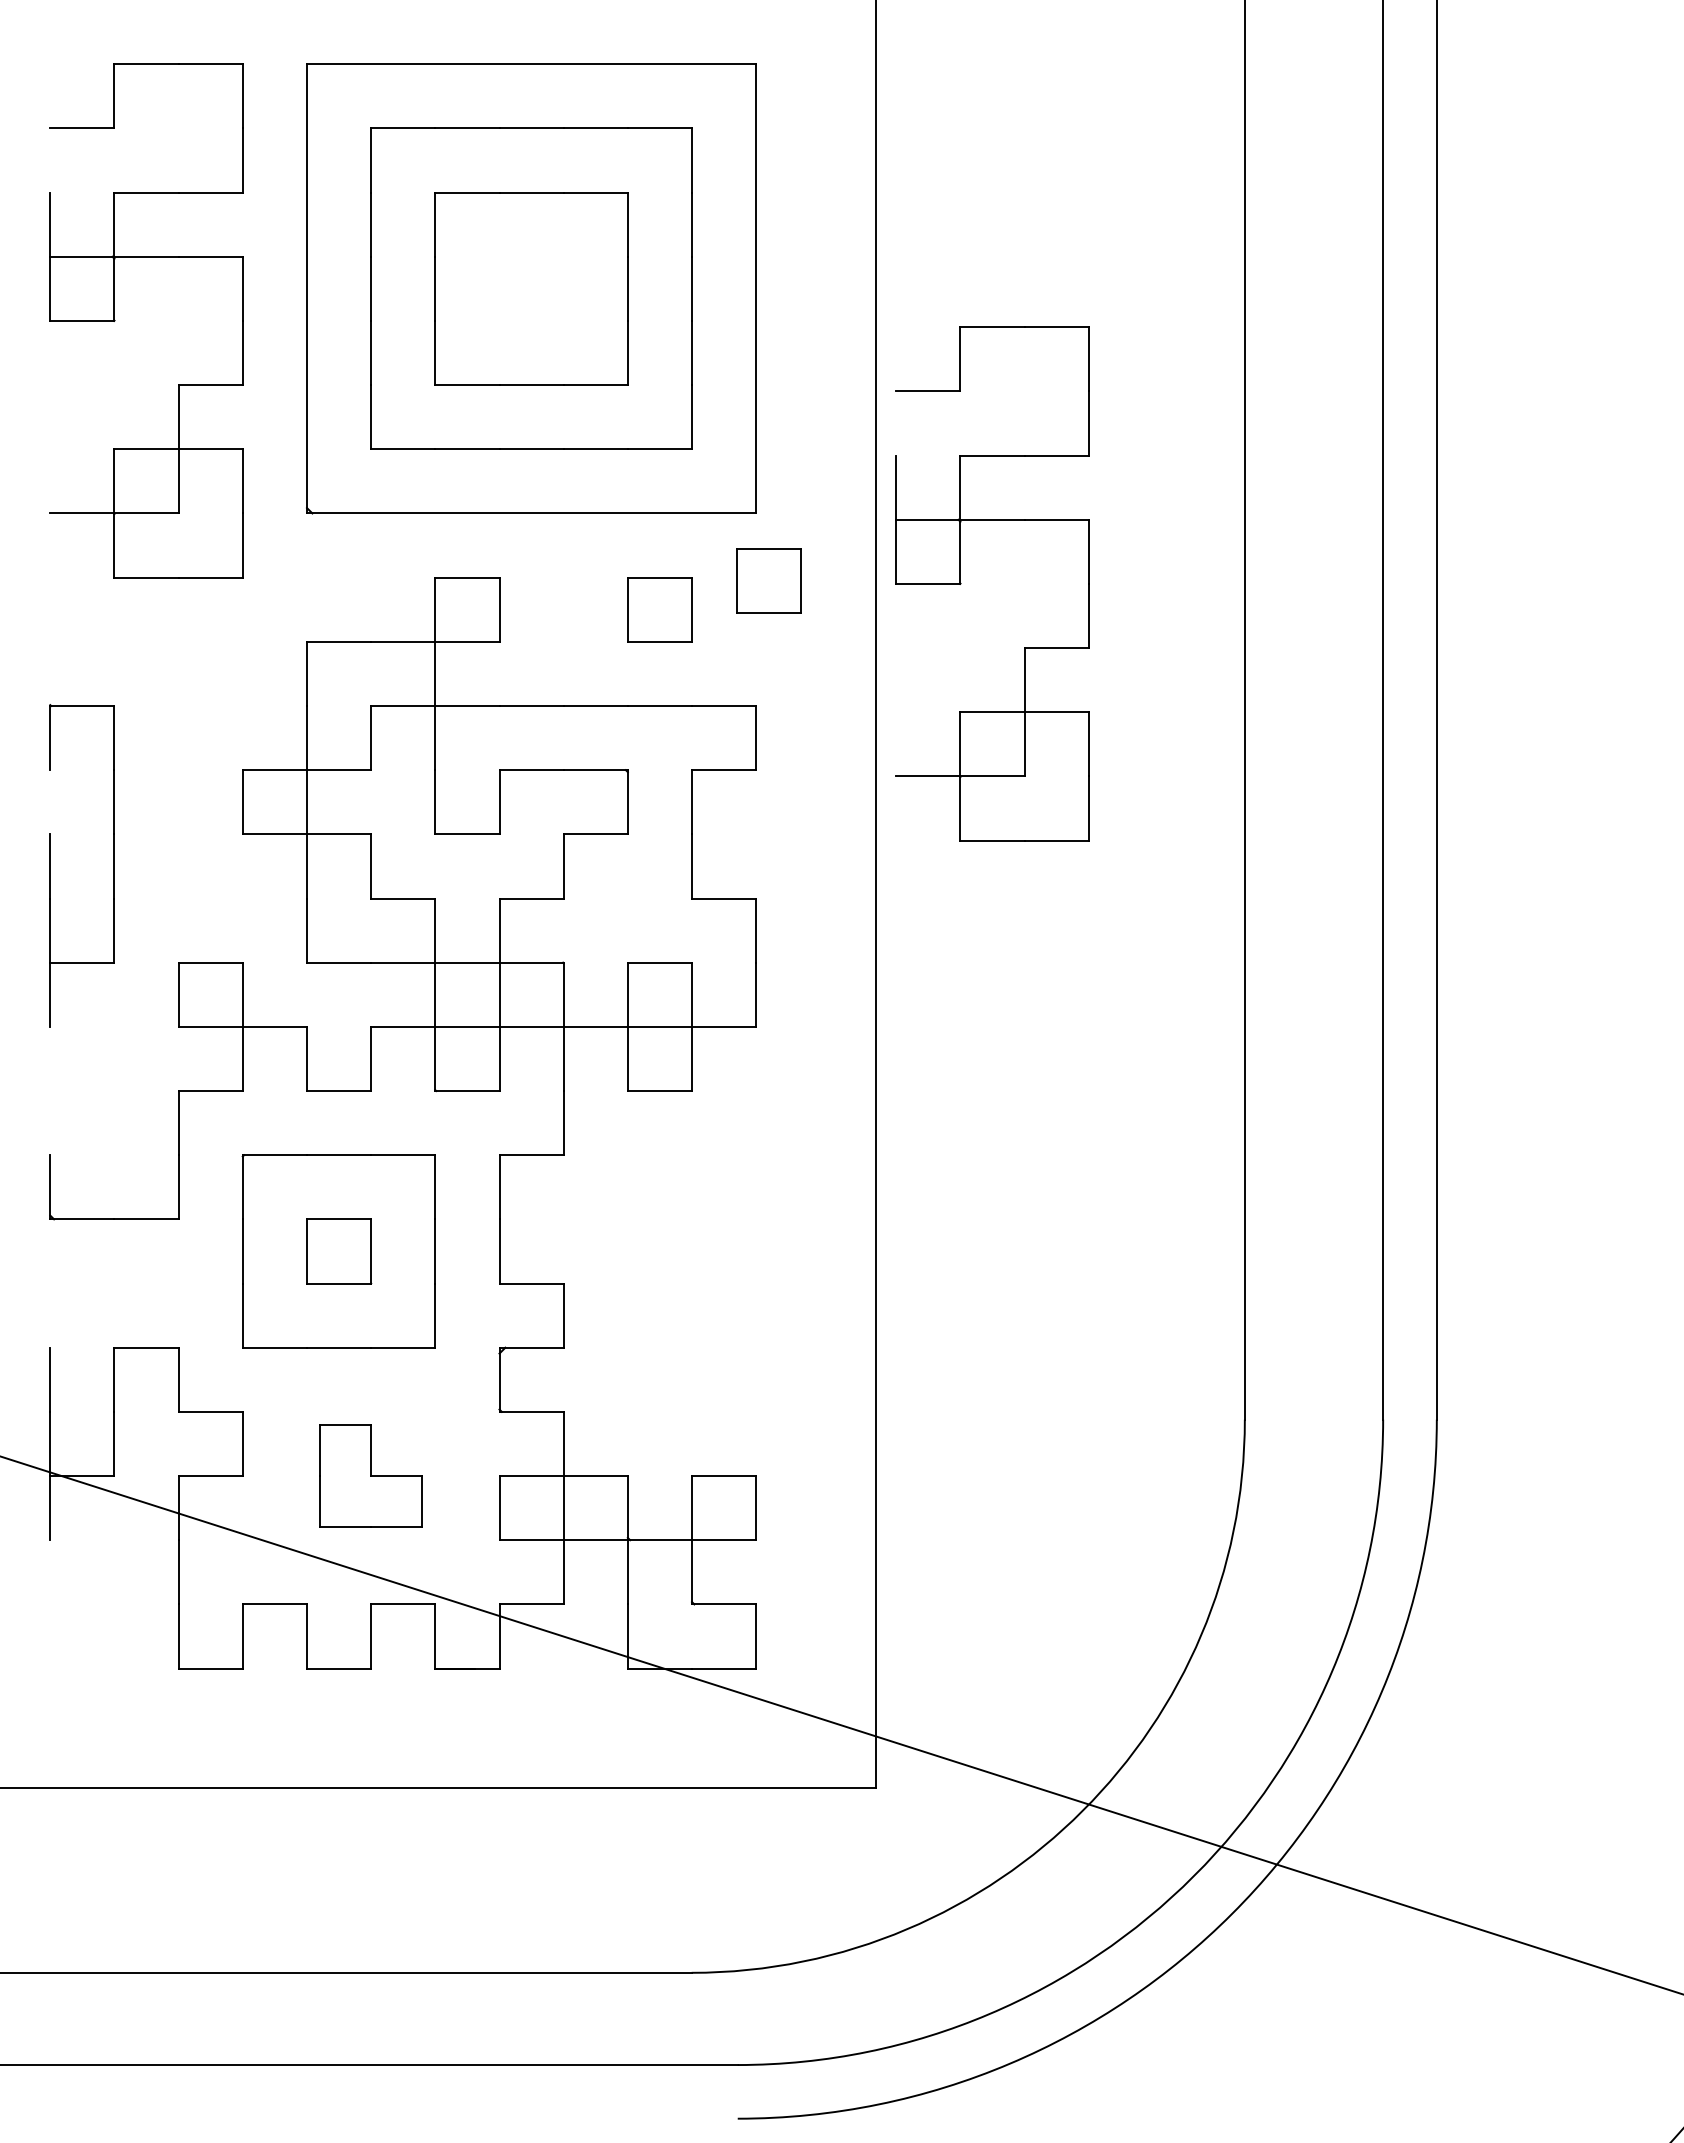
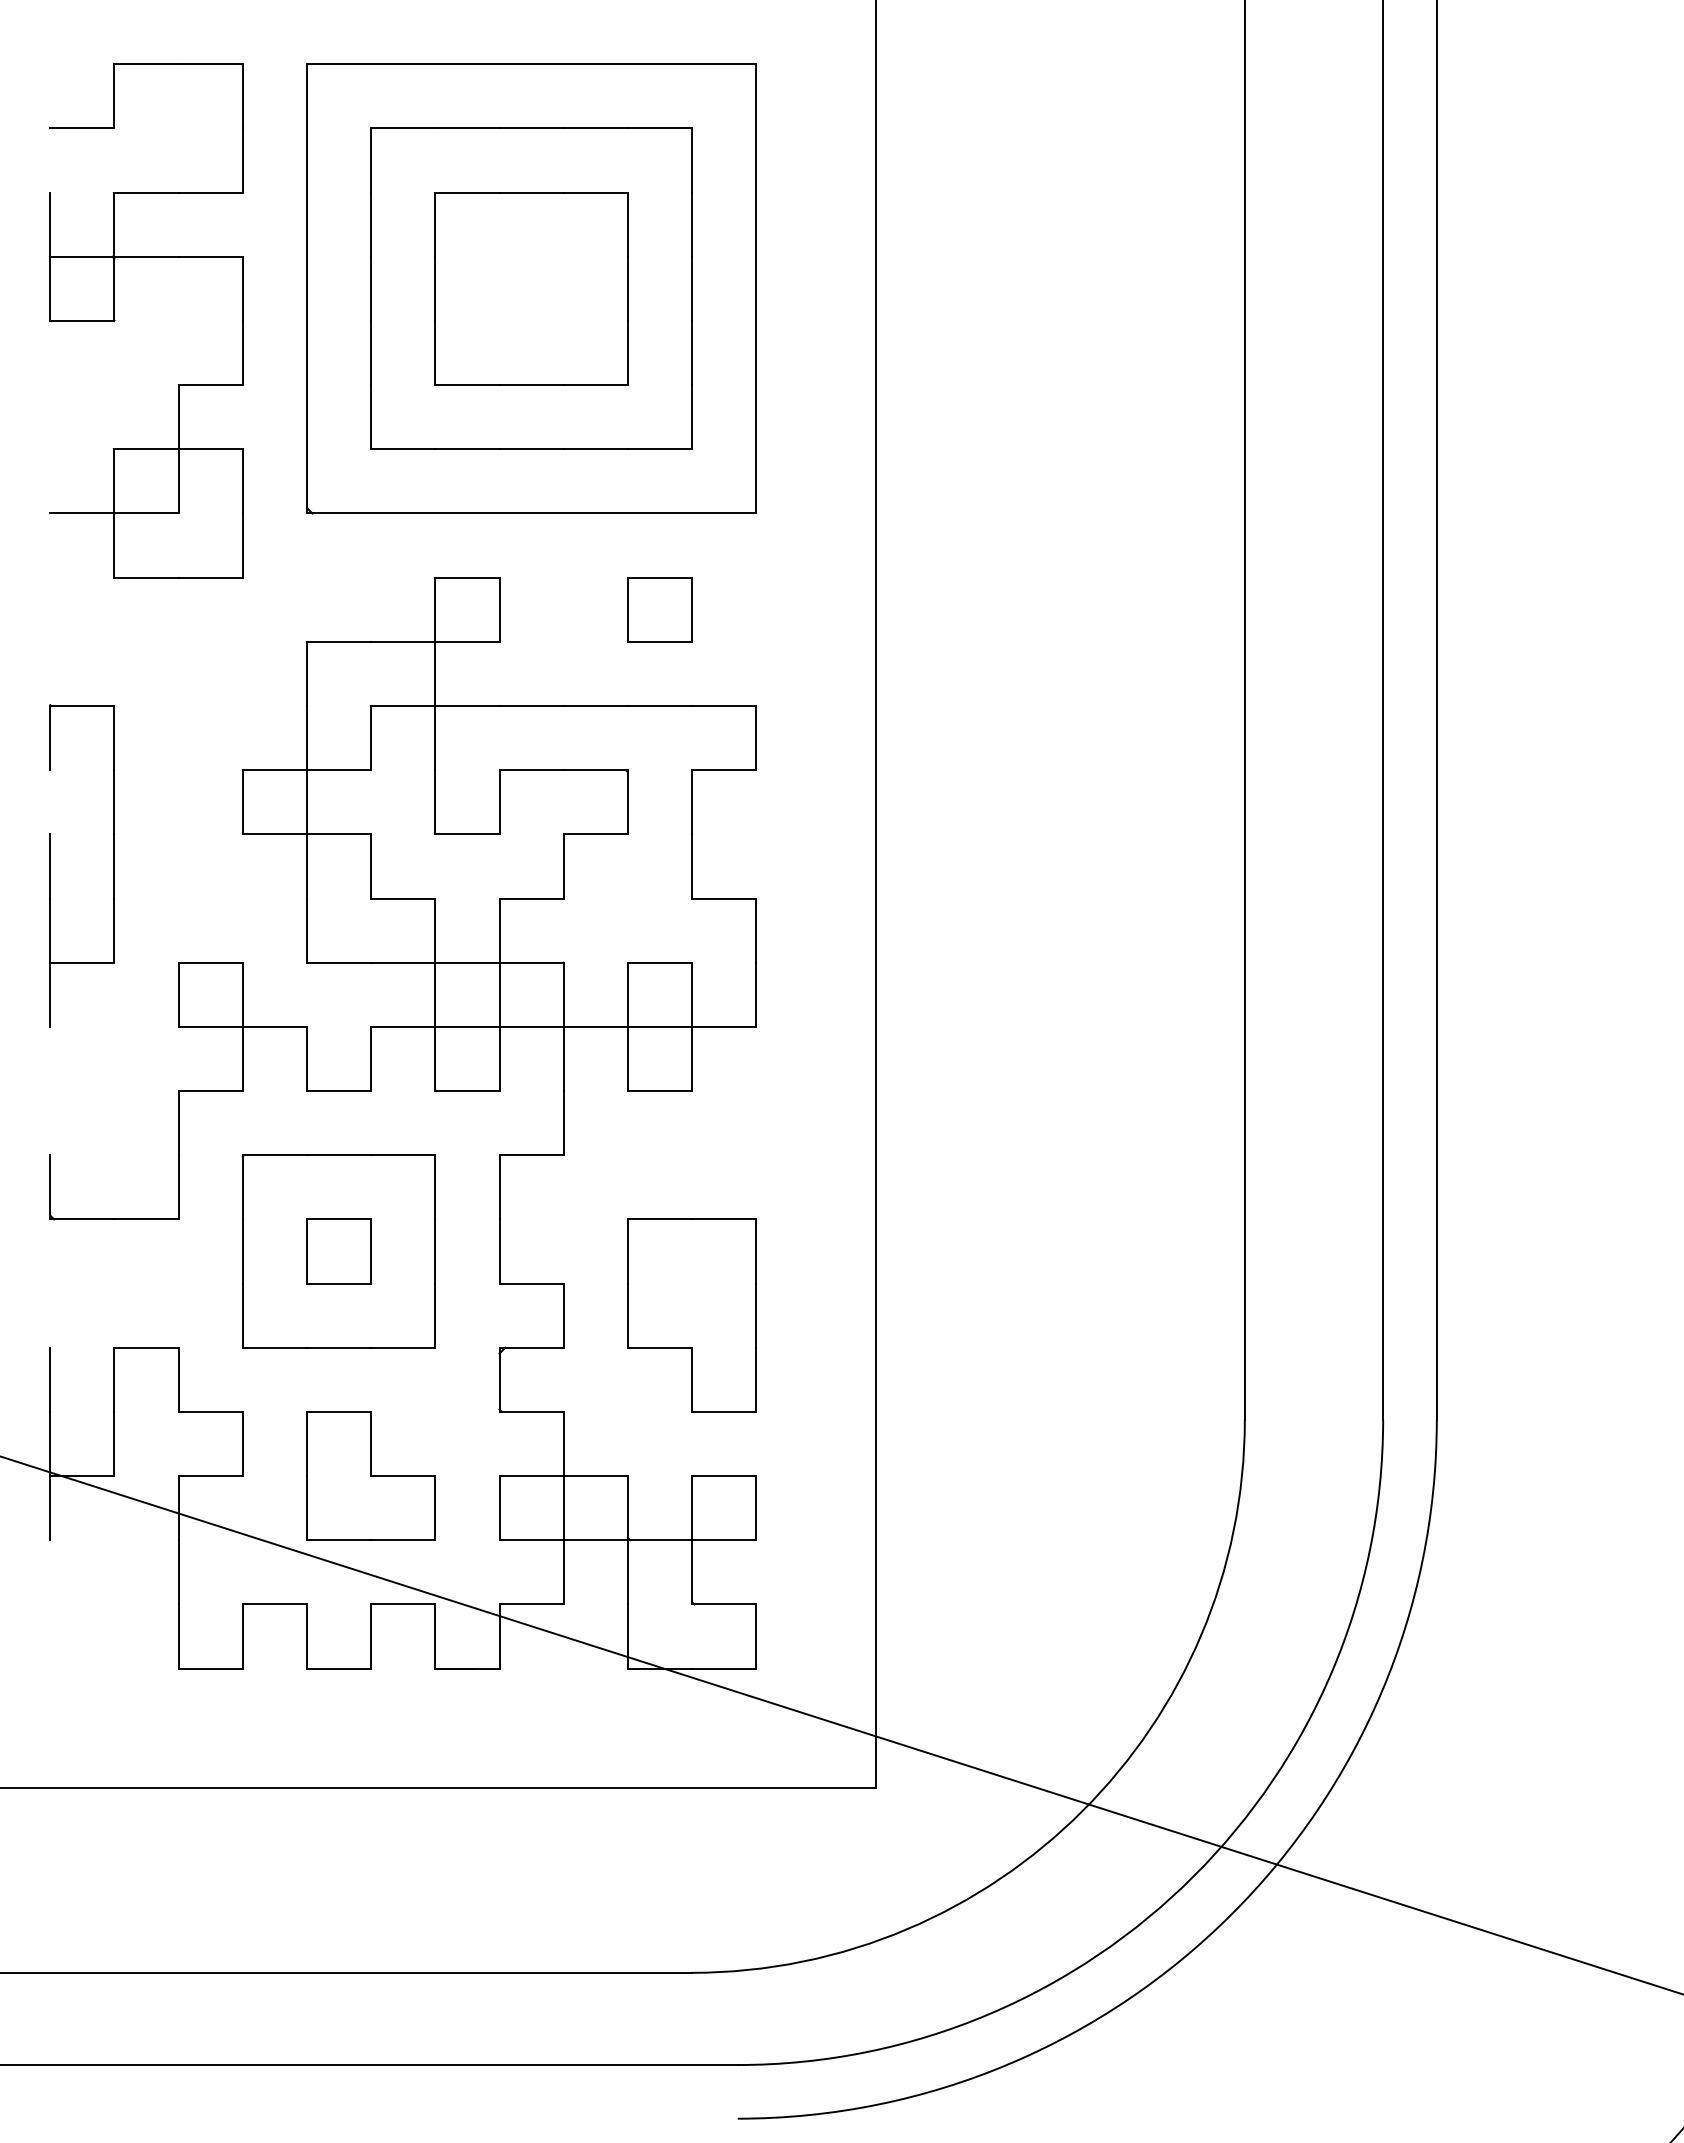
part at (768, 580): present -> none
part at (961, 583): present -> none
part at (691, 1315): none -> present
part at (370, 1475) size: 104x104 px -> 130x130 px
